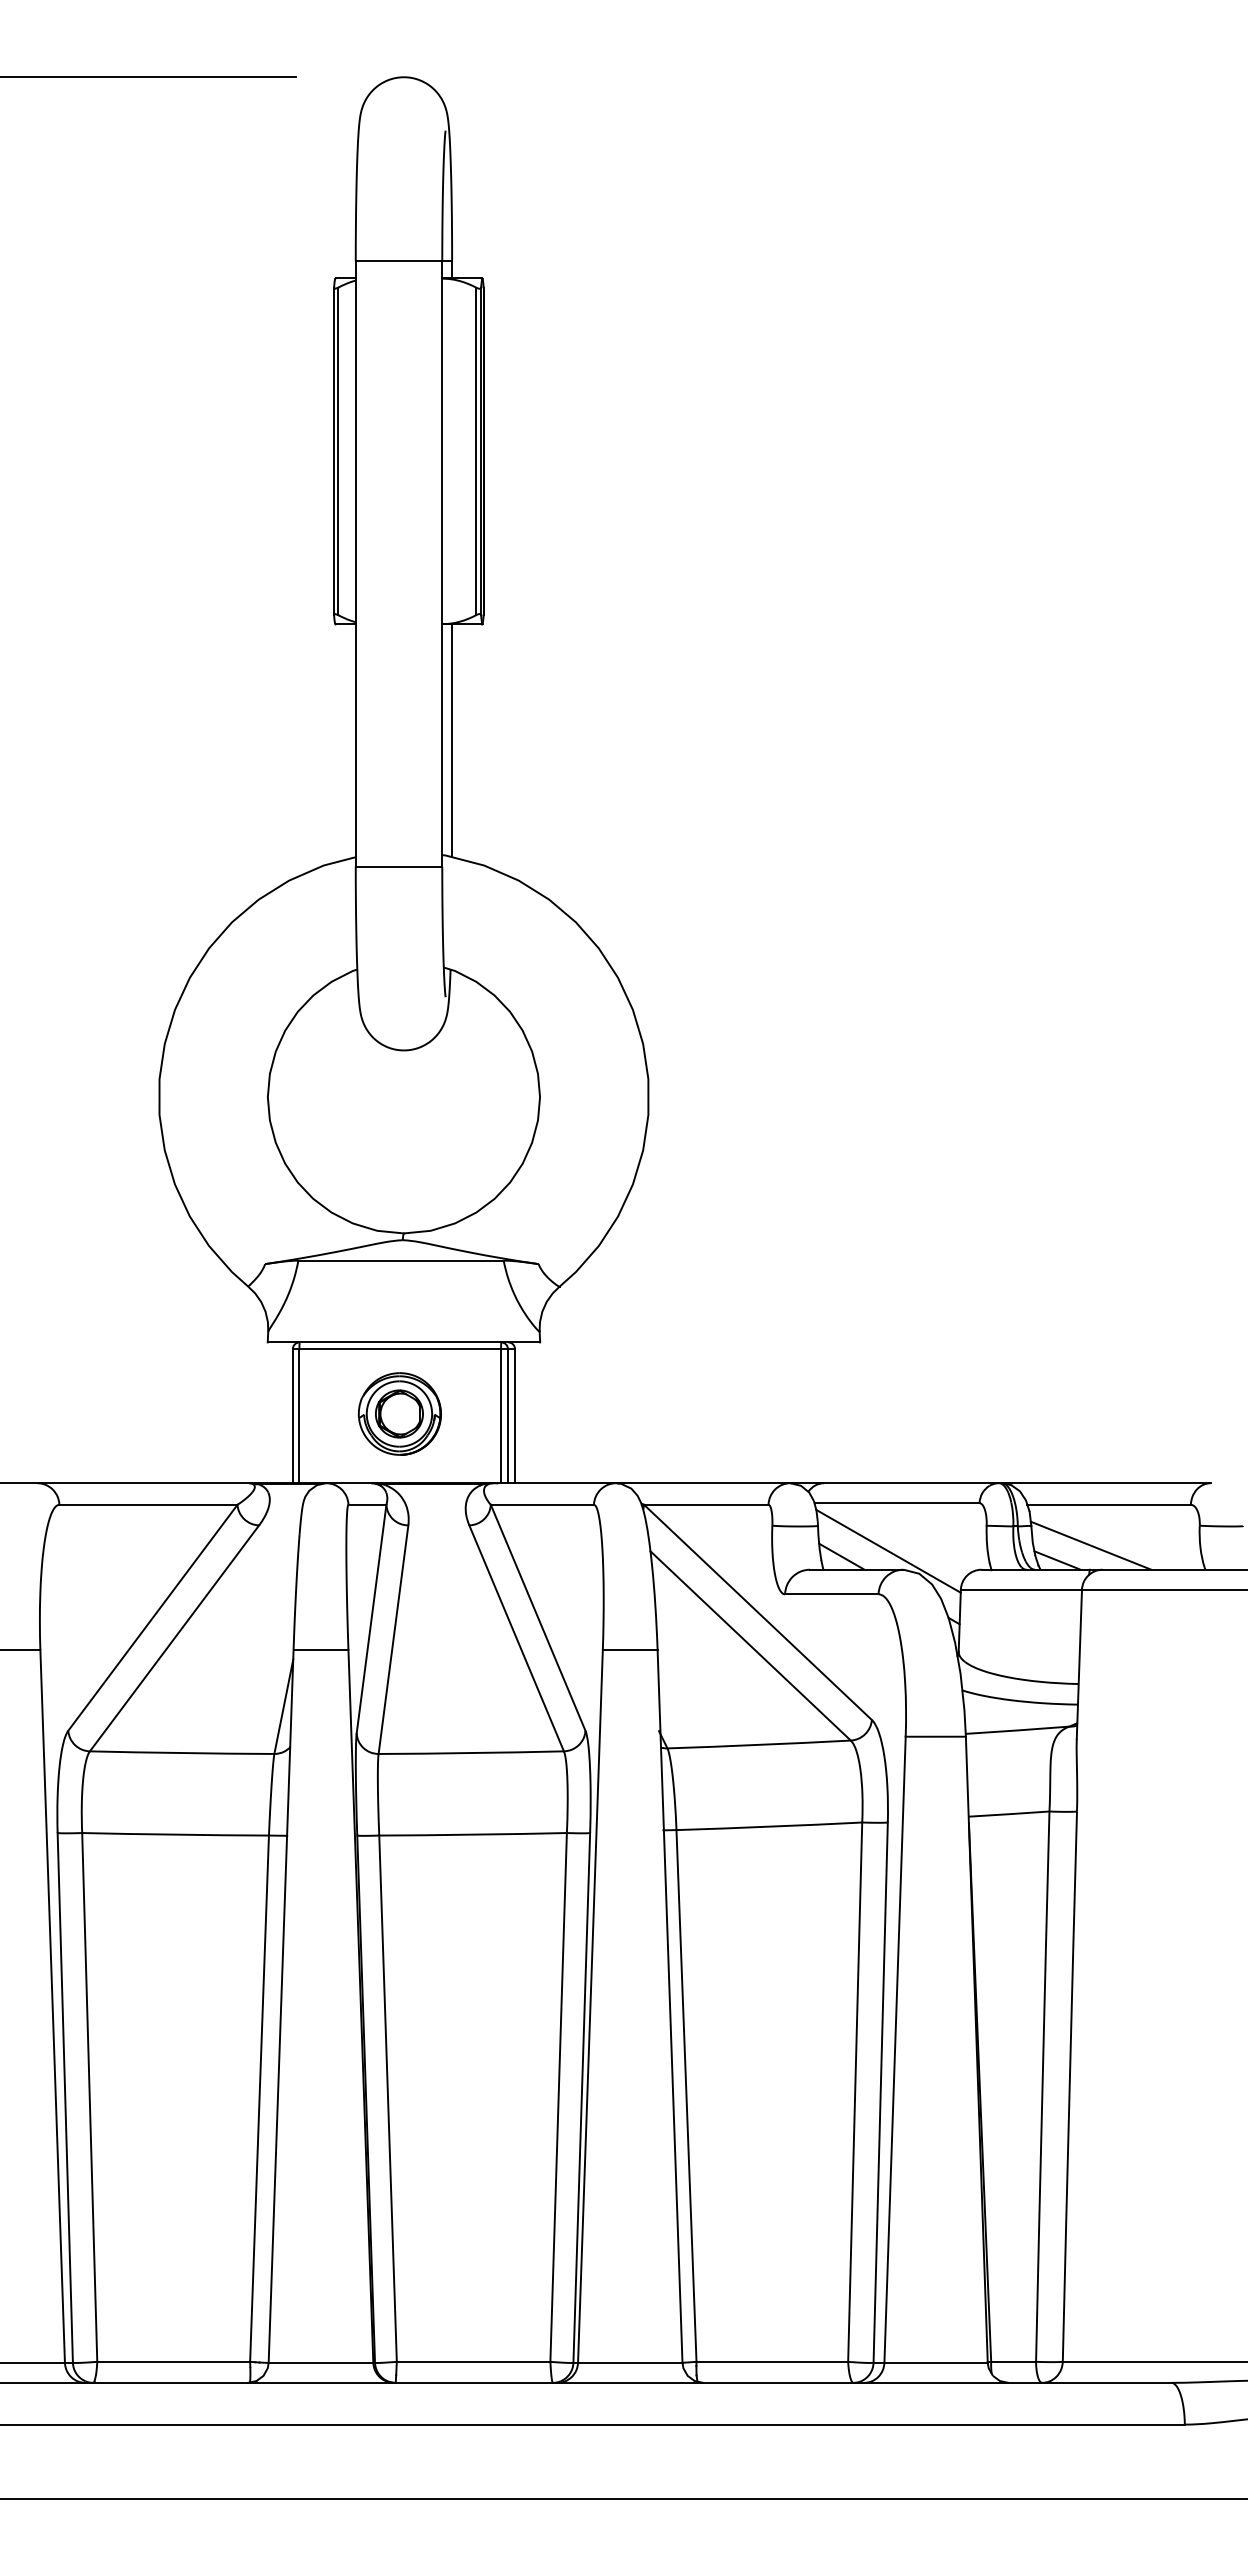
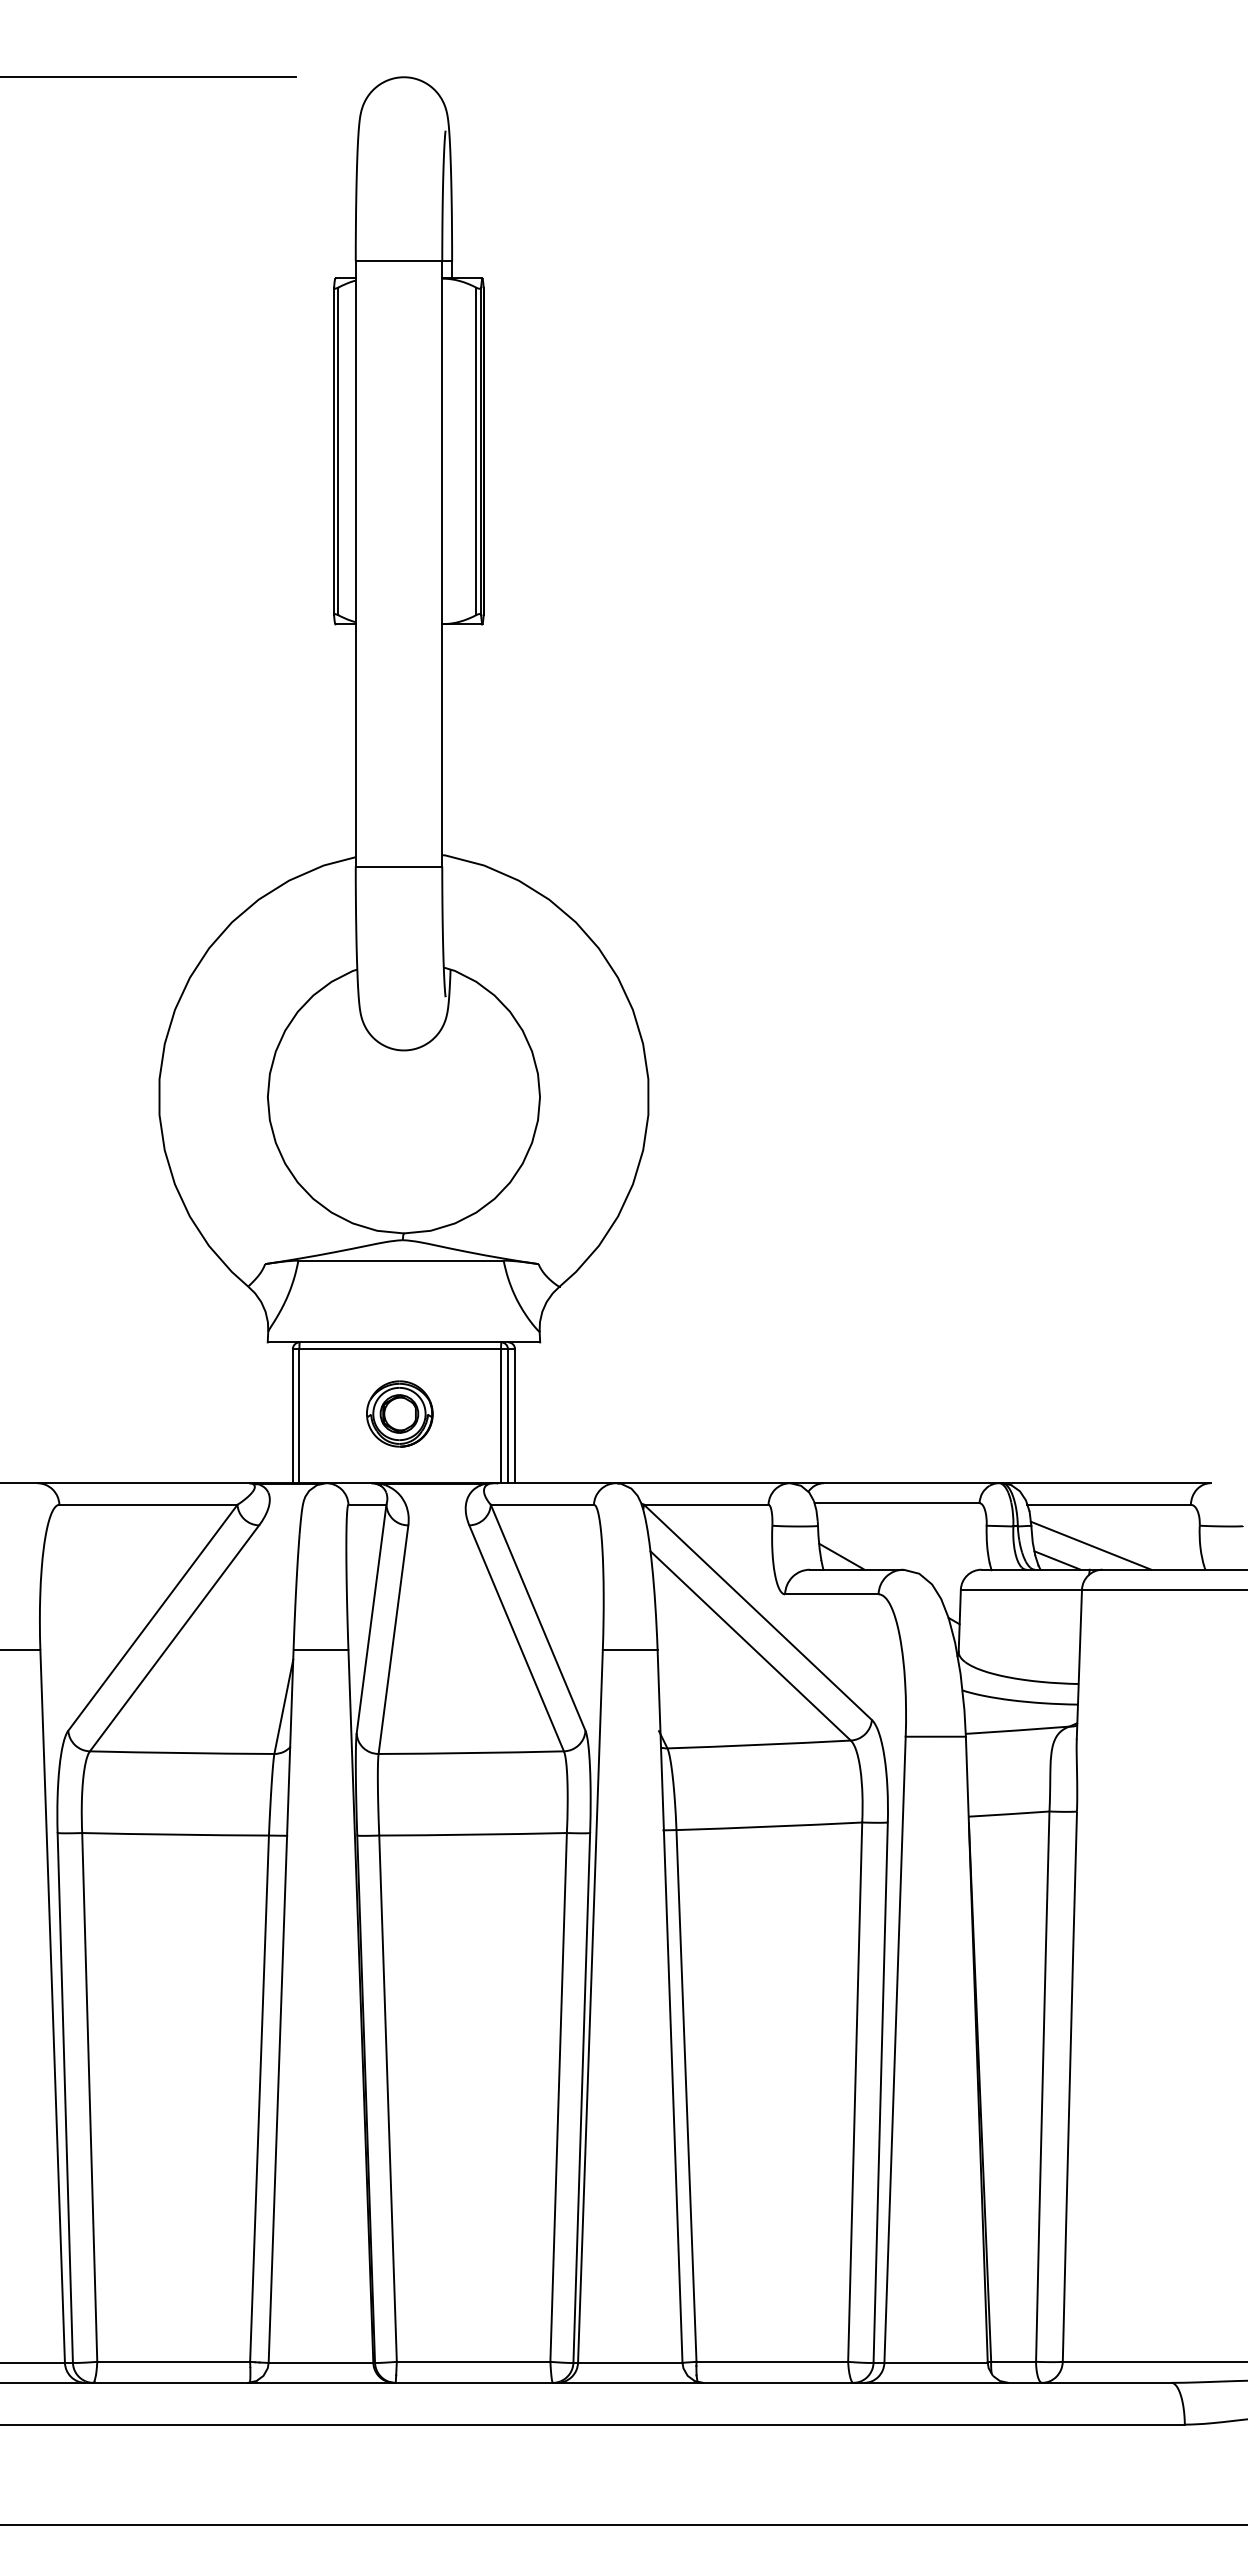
line at (452, 740): present -> none
part at (399, 1413) size: 85x84 px -> 68x68 px
line at (888, 1550): present -> none
line at (623, 2498) position: (623, 2498) -> (623, 2524)
